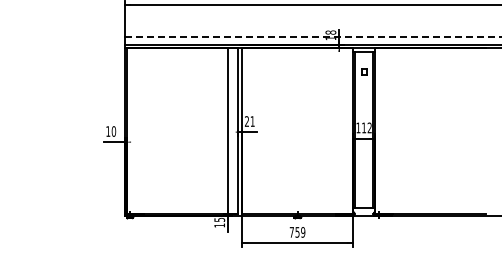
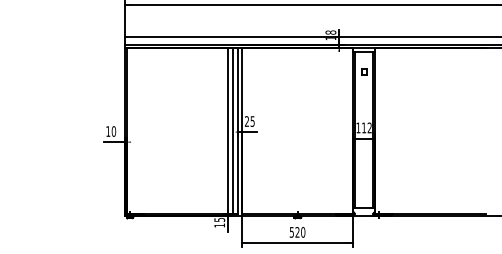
line at (313, 36): dashed -> solid
text at (252, 121): 21 -> 25
line at (233, 130): none -> present
text at (297, 232): 759 -> 520
